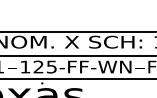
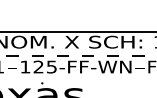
line at (79, 55): solid -> dashed
line at (77, 79): present -> none
